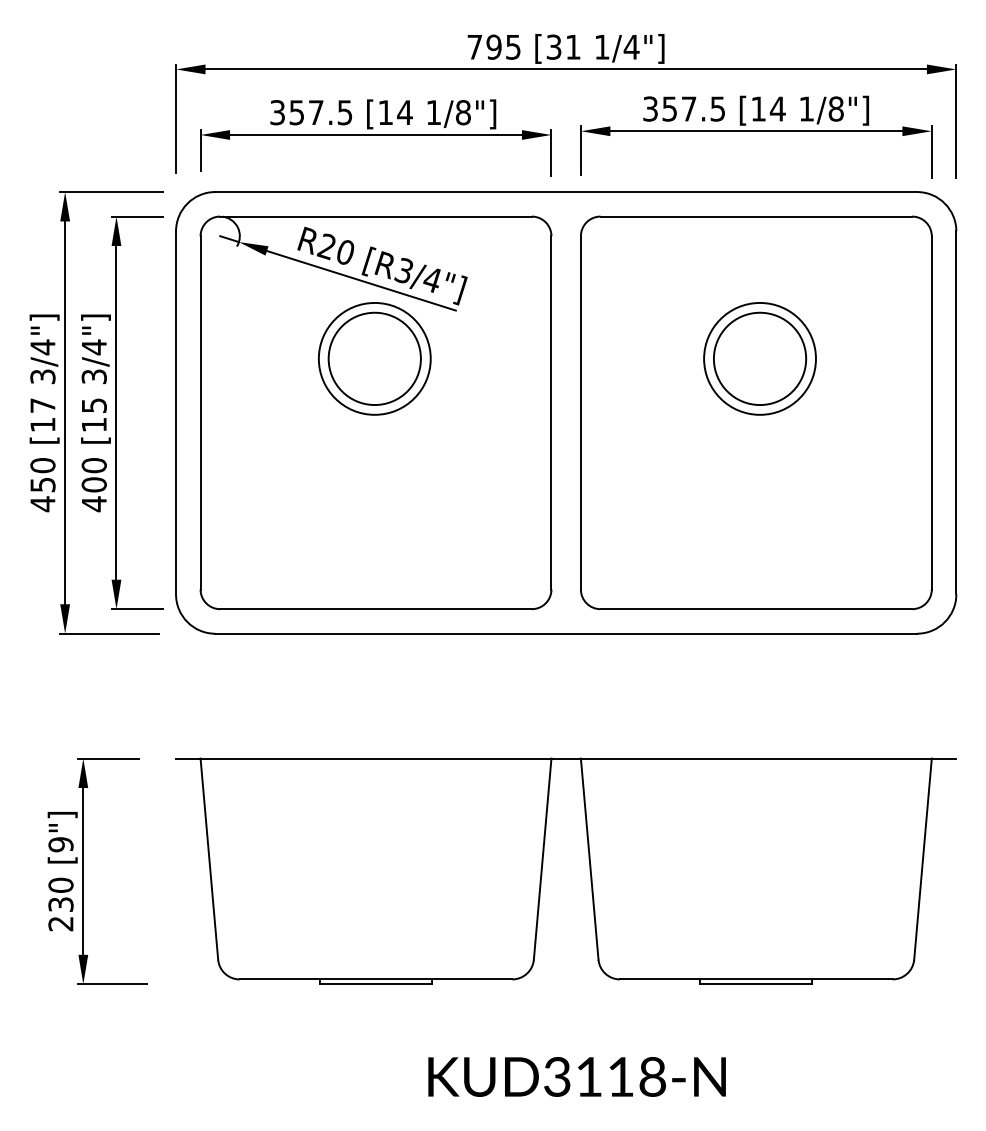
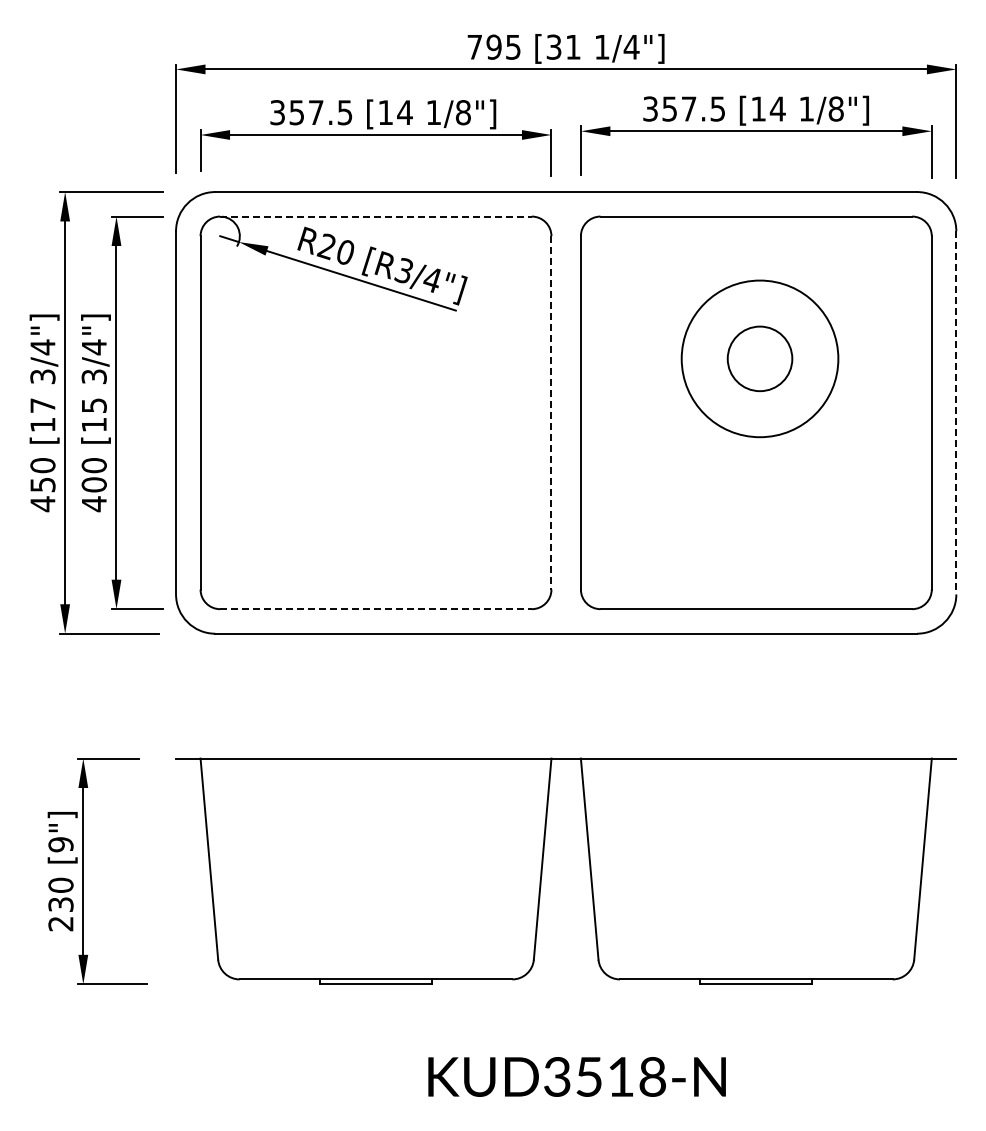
line at (376, 216): solid -> dashed
part at (374, 358): present -> none
circle at (759, 358) diameter: 112 px -> 157 px
circle at (759, 358) diameter: 92 px -> 65 px
line at (551, 412): solid -> dashed
line at (956, 412): solid -> dashed
line at (376, 609): solid -> dashed
text at (588, 1076): KUD3118-N -> KUD3518-N
